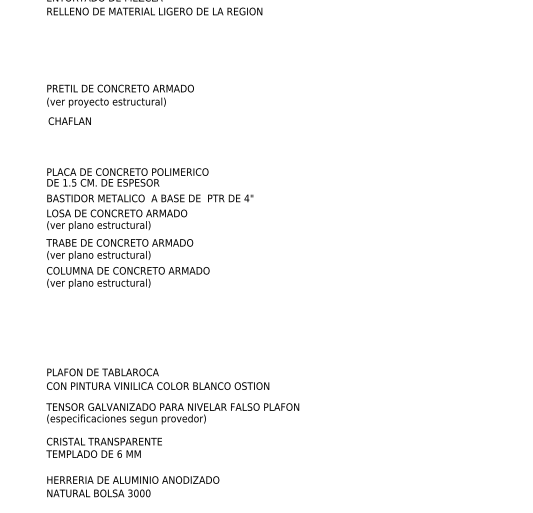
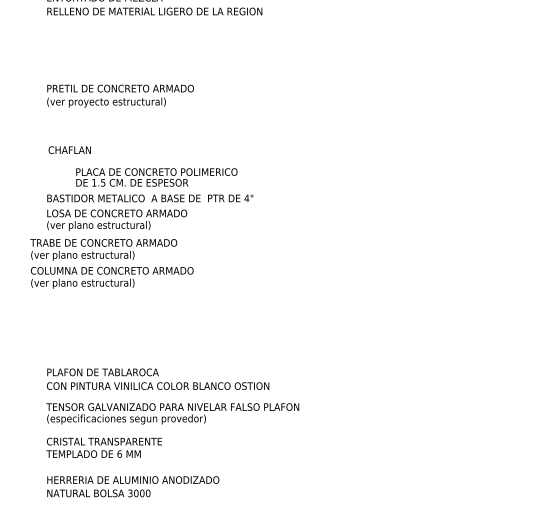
text at (69, 120) position: (69, 120) -> (69, 149)
text at (127, 177) position: (127, 177) -> (156, 177)
text at (127, 263) position: (127, 263) -> (111, 263)
